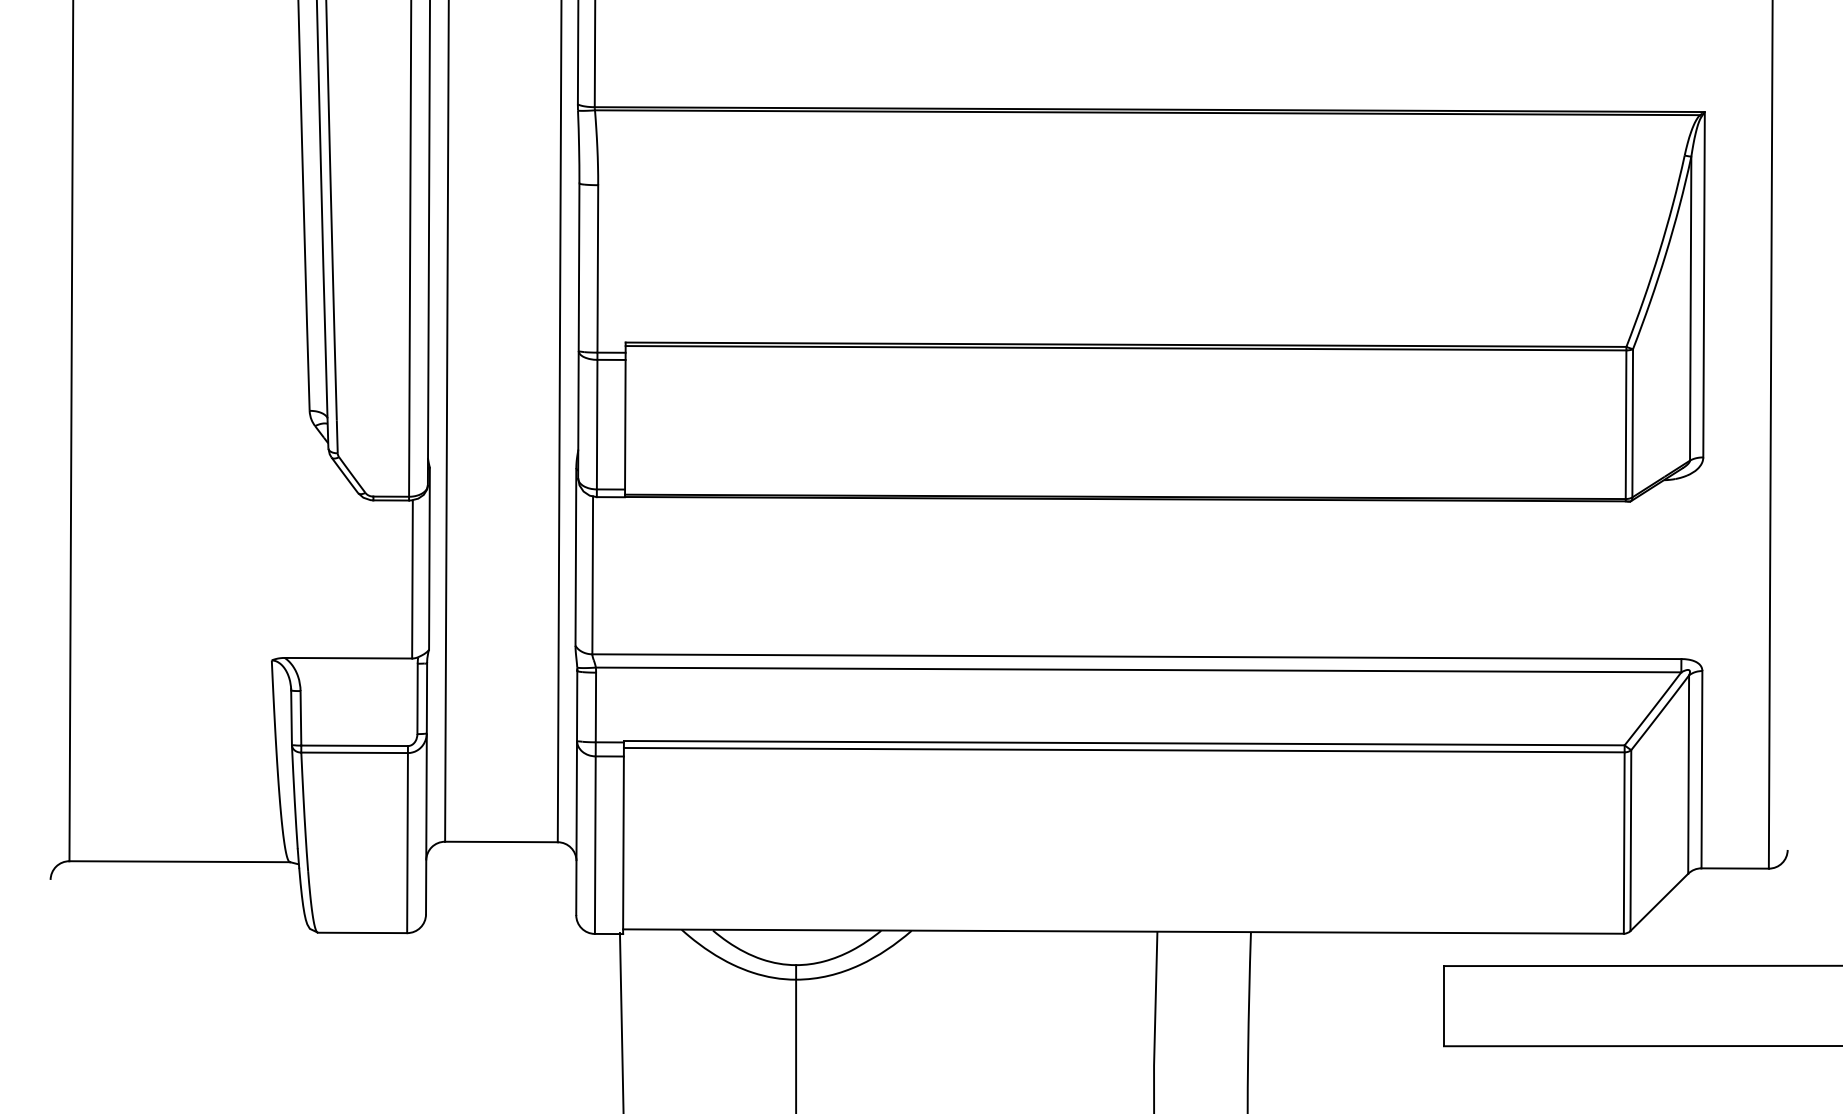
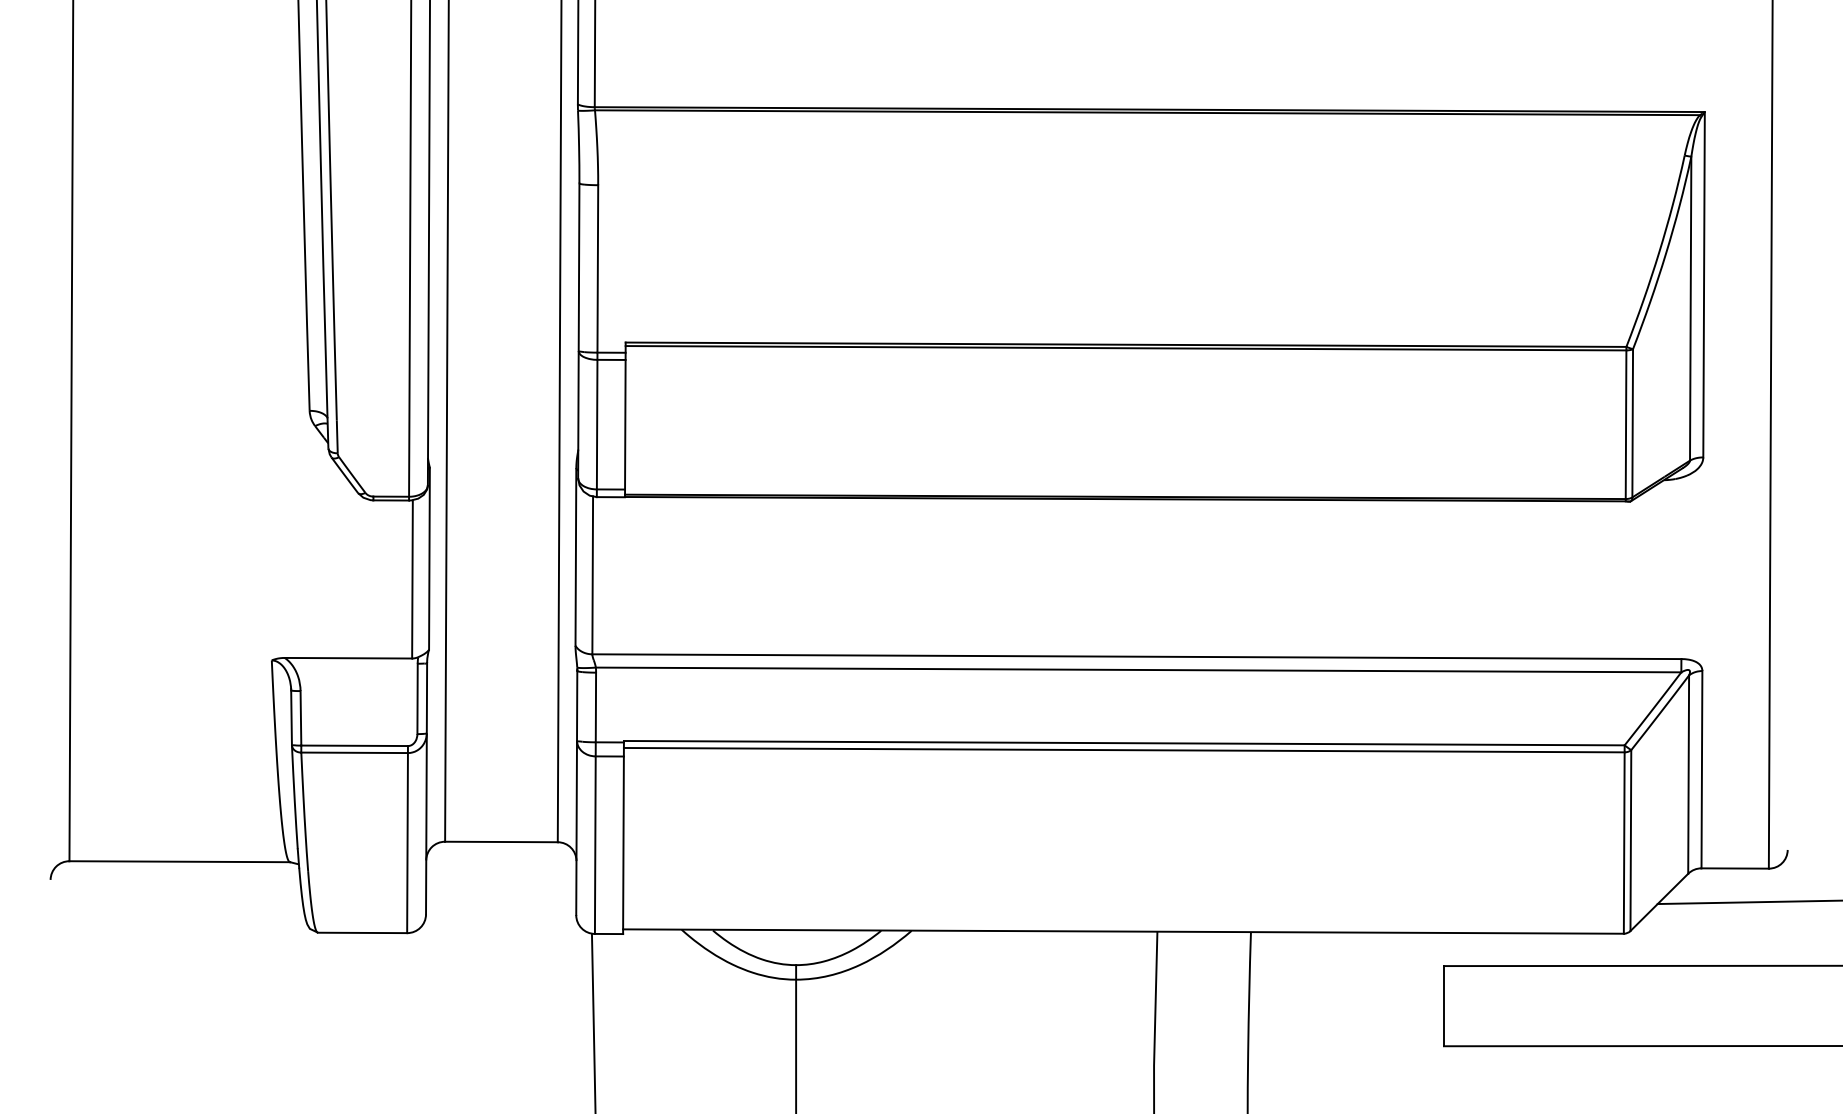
line at (1748, 902): none -> present
line at (621, 1021) position: (621, 1021) -> (593, 1022)
